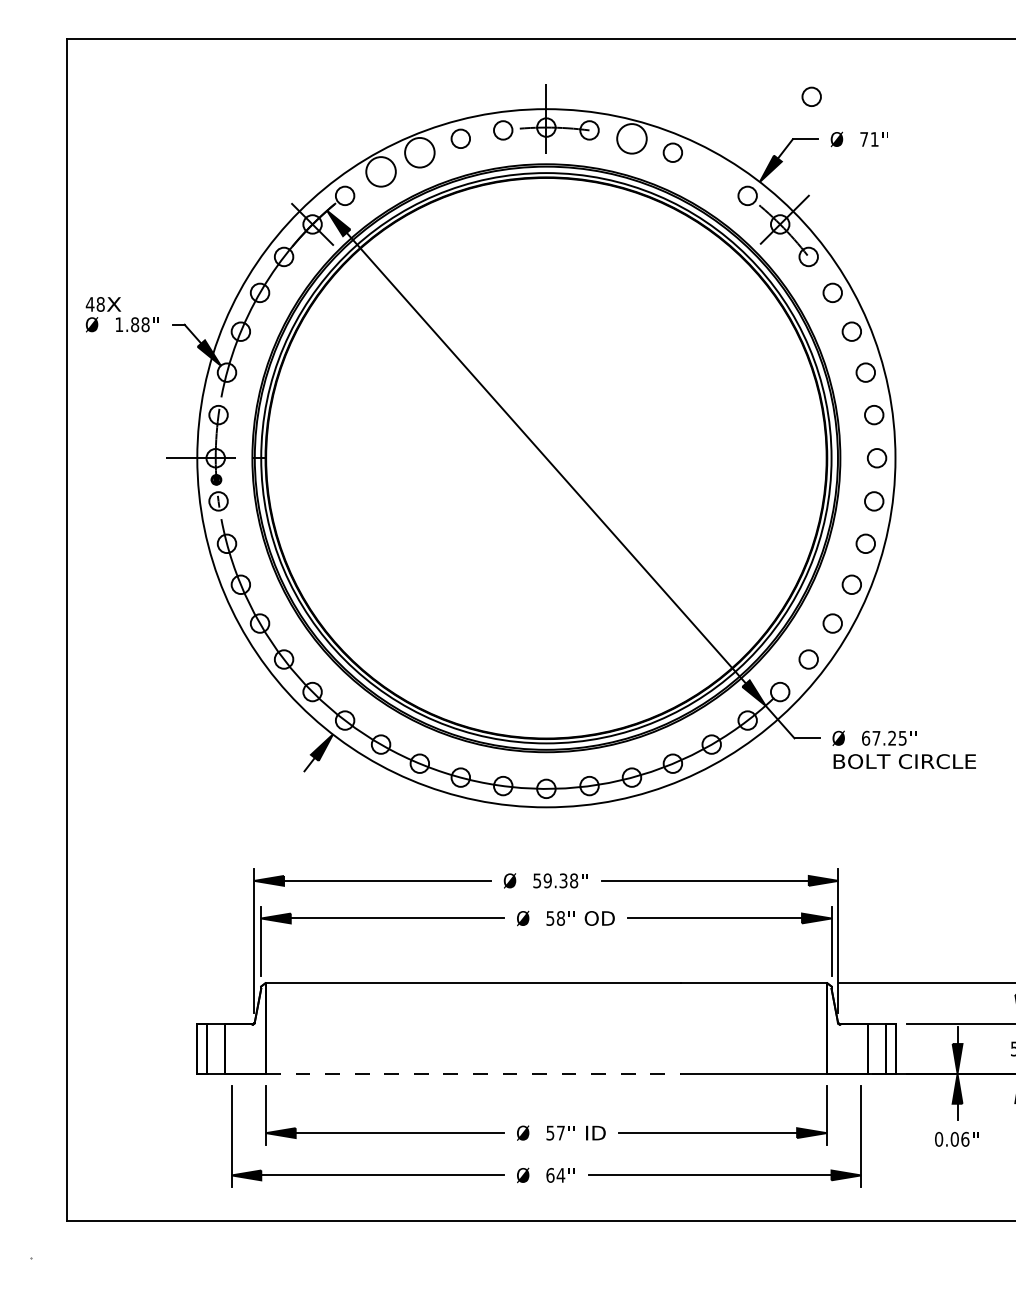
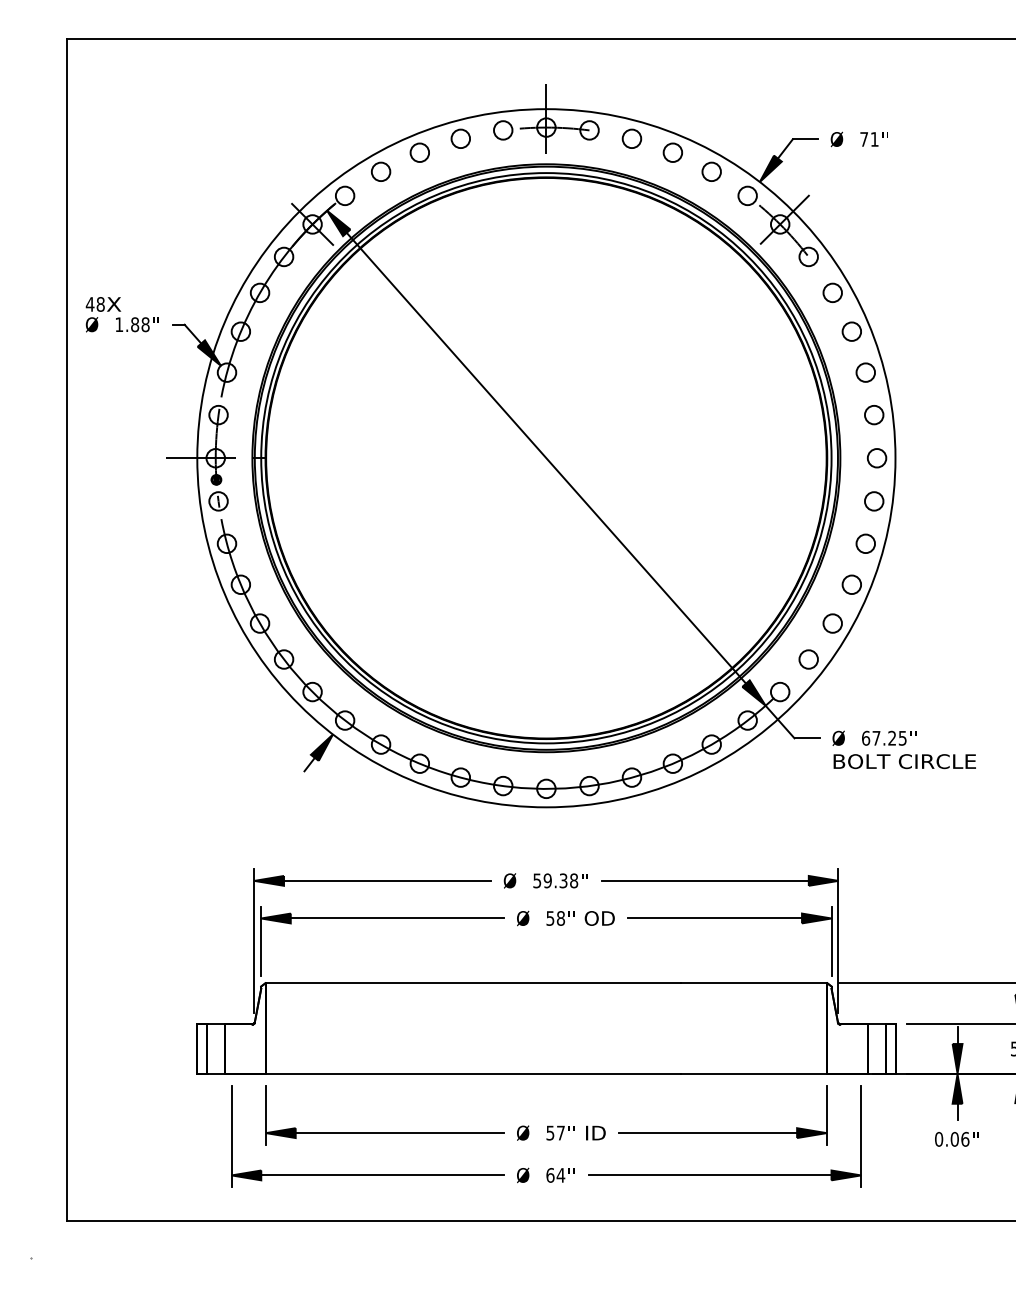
circle at (811, 96) position: (811, 96) -> (711, 171)
circle at (631, 138) diameter: 30 px -> 18 px
circle at (419, 152) diameter: 30 px -> 18 px
circle at (380, 171) diameter: 30 px -> 18 px
line at (473, 1074): dashed -> solid
